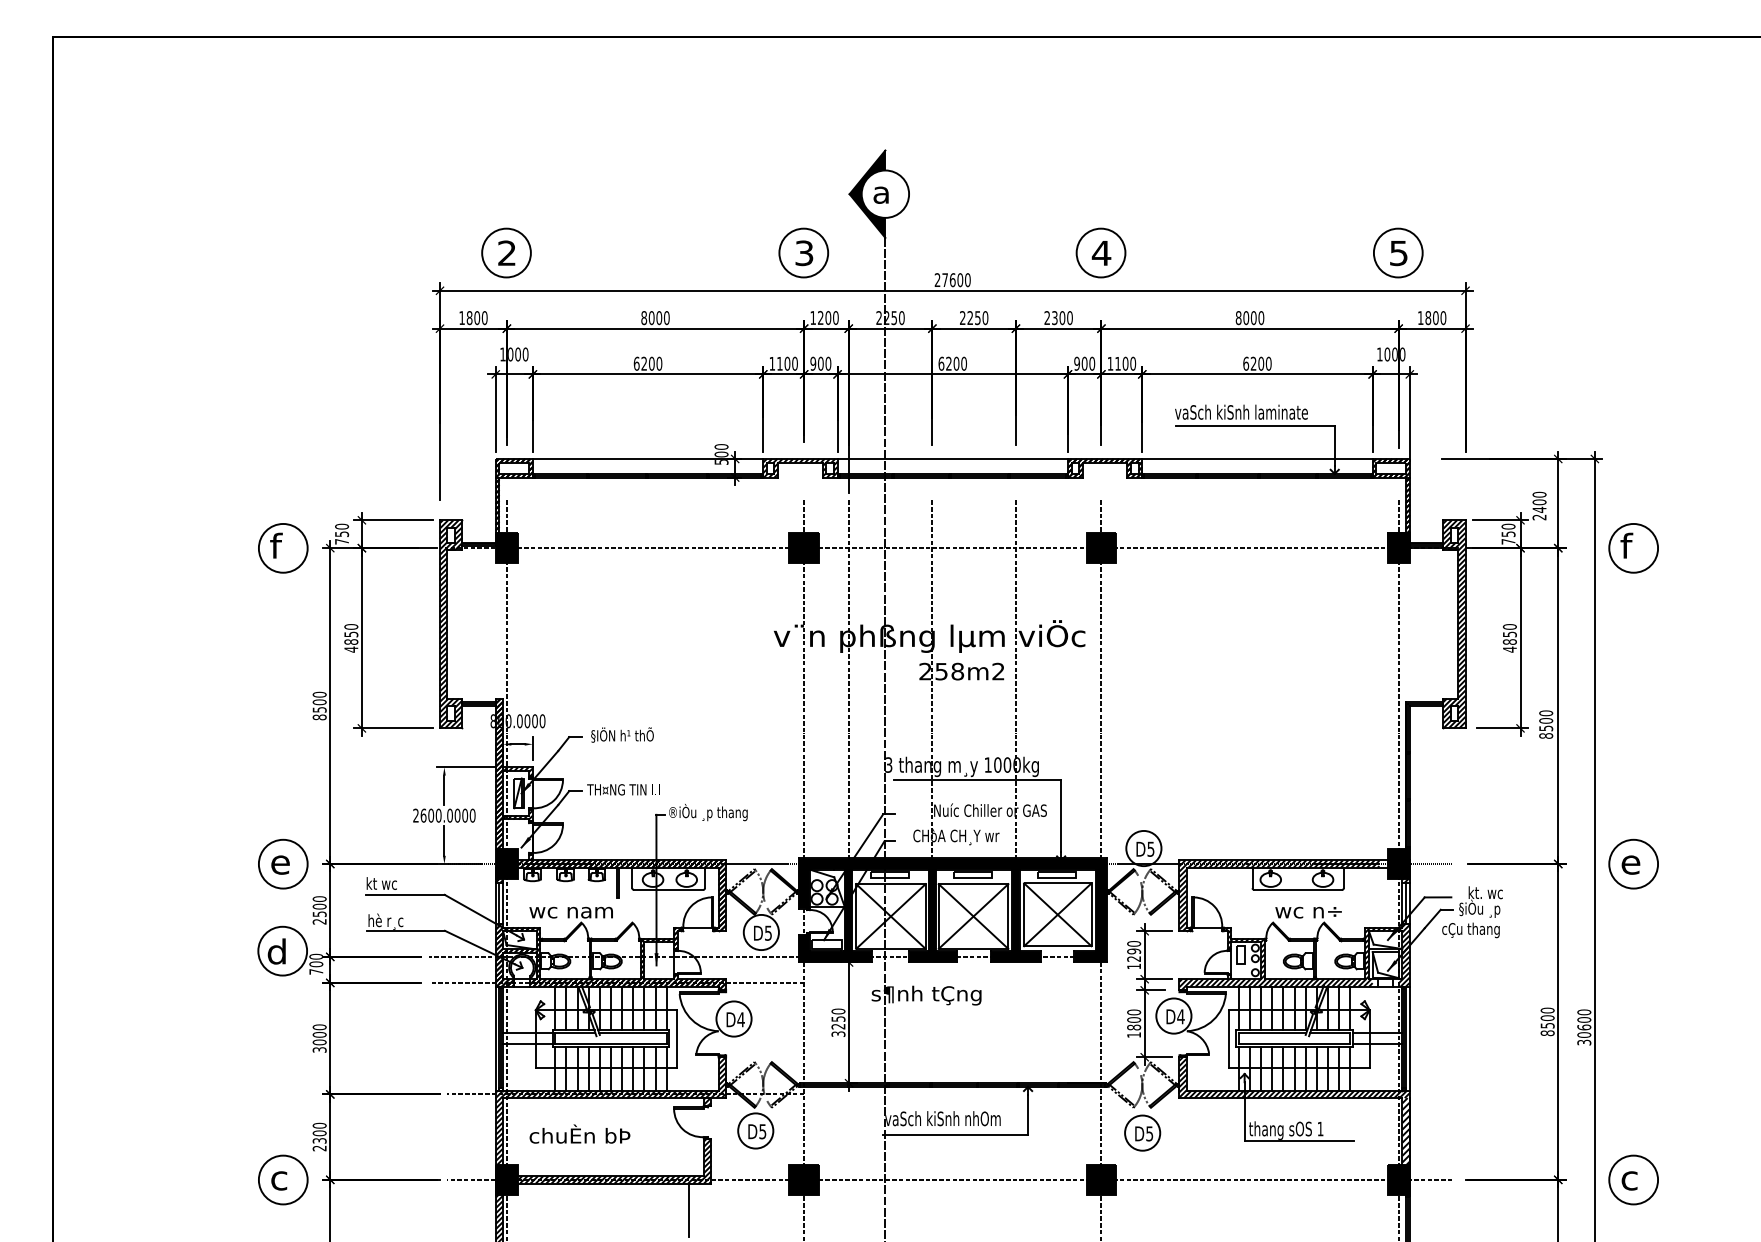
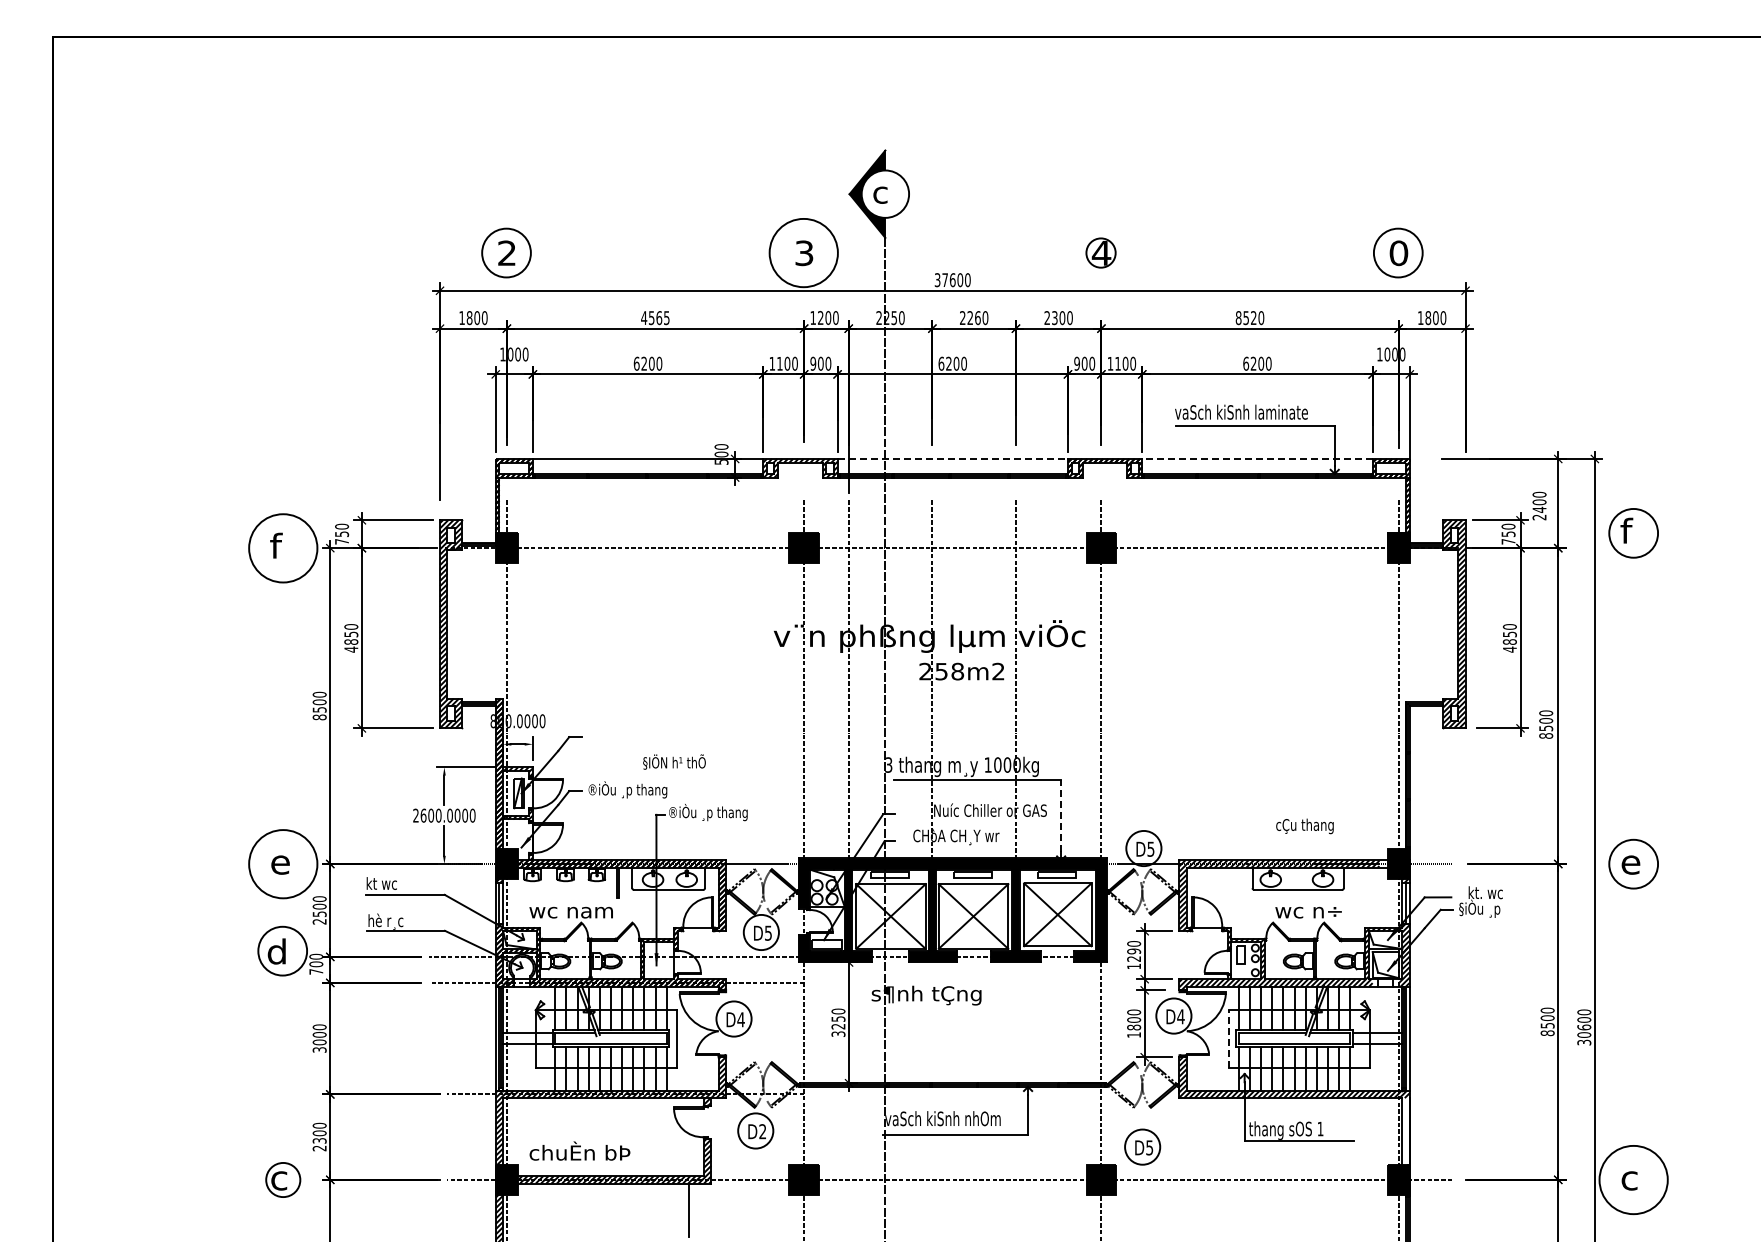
text at (880, 194): a -> c
circle at (803, 252) diameter: 49 px -> 68 px
circle at (1100, 252) diameter: 49 px -> 29 px
text at (1398, 253): 5 -> 0
text at (937, 280): 27600 -> 37600
text at (655, 318): 8000 -> 4565
text at (977, 318): 2250 -> 2260
text at (1249, 318): 8000 -> 8520
line at (953, 459): solid -> dashed
line at (1256, 459): solid -> dashed
circle at (282, 547) diameter: 49 px -> 68 px
part at (1633, 548) position: (1633, 548) -> (1633, 533)
text at (622, 734) position: (622, 734) -> (674, 761)
text at (627, 789): TH¤NG TIN l.l -> ®iÒu ¸p thang
line at (1061, 816): solid -> dashed
circle at (282, 863) diameter: 49 px -> 68 px
text at (1470, 930) position: (1470, 930) -> (1304, 826)
line at (1228, 1038): solid -> dashed
text at (762, 1131): D5 -> D2
hatch at (1405, 1131): present -> none
part at (1142, 1132) position: (1142, 1132) -> (1142, 1146)
text at (579, 1133) position: (579, 1133) -> (579, 1150)
circle at (282, 1179) diameter: 49 px -> 34 px
circle at (1633, 1179) diameter: 49 px -> 68 px
